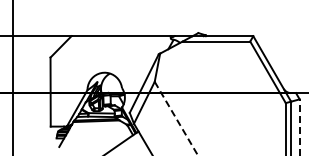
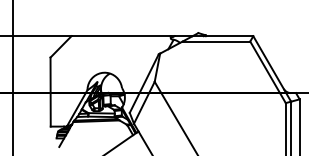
line at (176, 118): dashed -> solid
line at (299, 127): dashed -> solid
